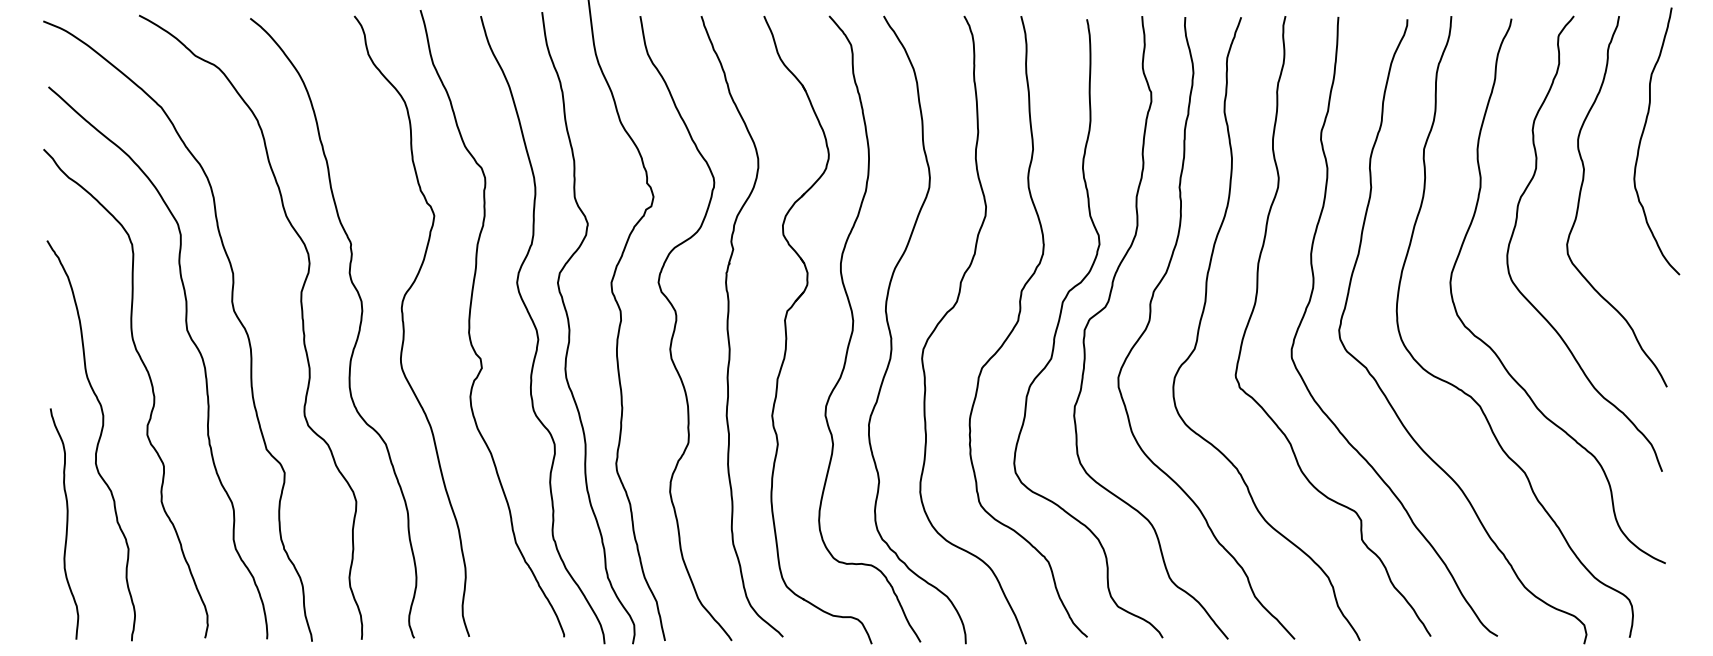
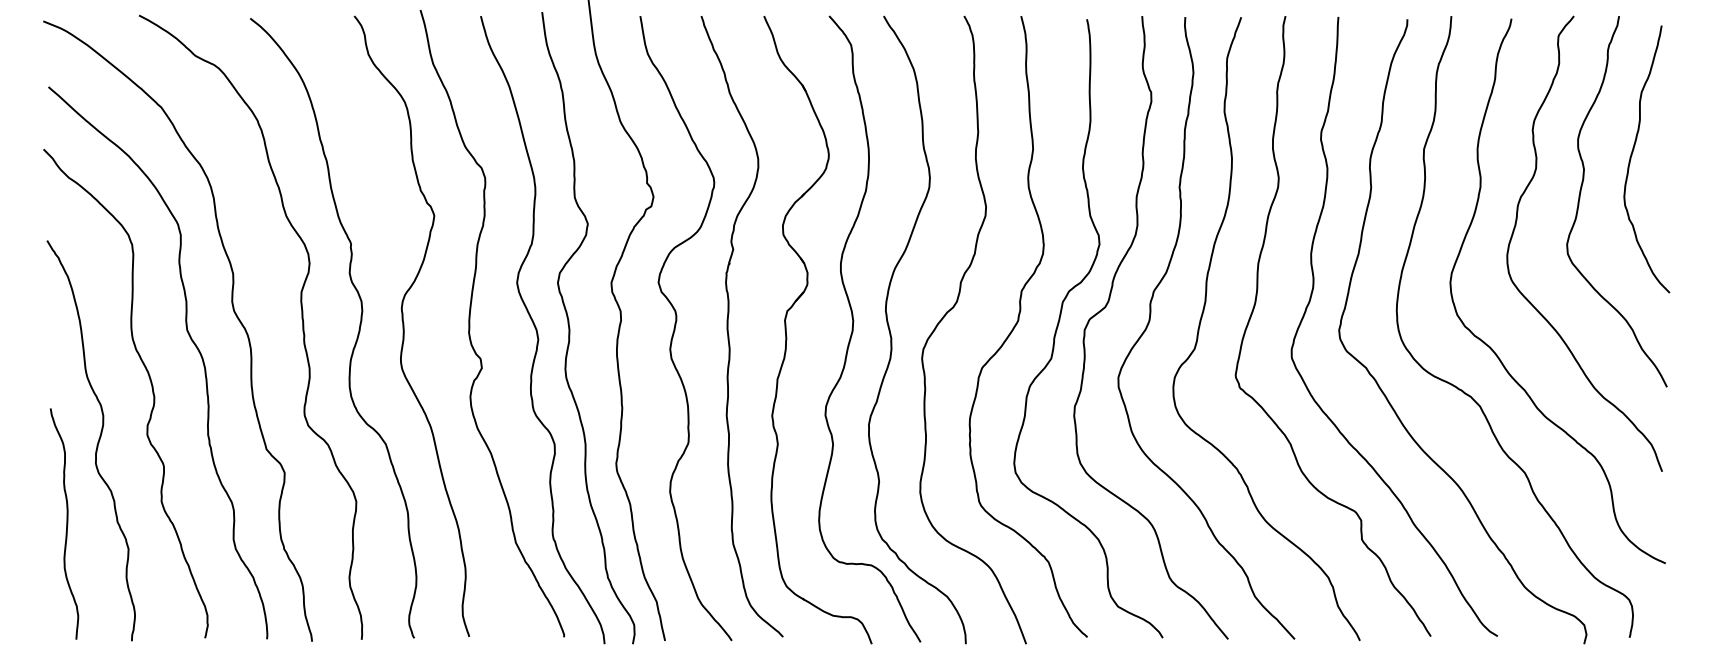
curve at (1642, 137) position: (1642, 137) -> (1632, 155)
